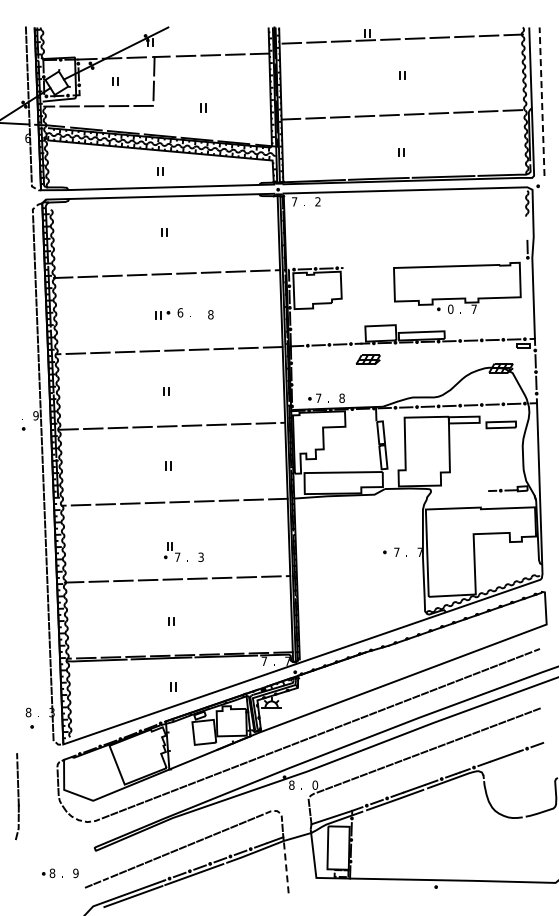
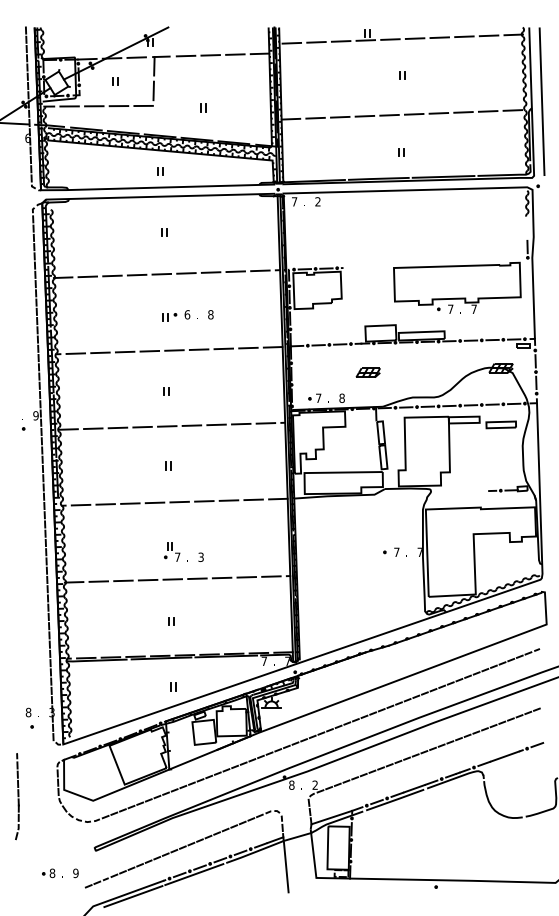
line at (542, 101): dashed -> solid
text at (450, 308): 0 -> 7
part at (172, 313) position: (172, 313) -> (179, 315)
part at (367, 359) position: (367, 359) -> (367, 372)
text at (315, 784): 0 -> 2
line at (286, 866): dashed -> solid
